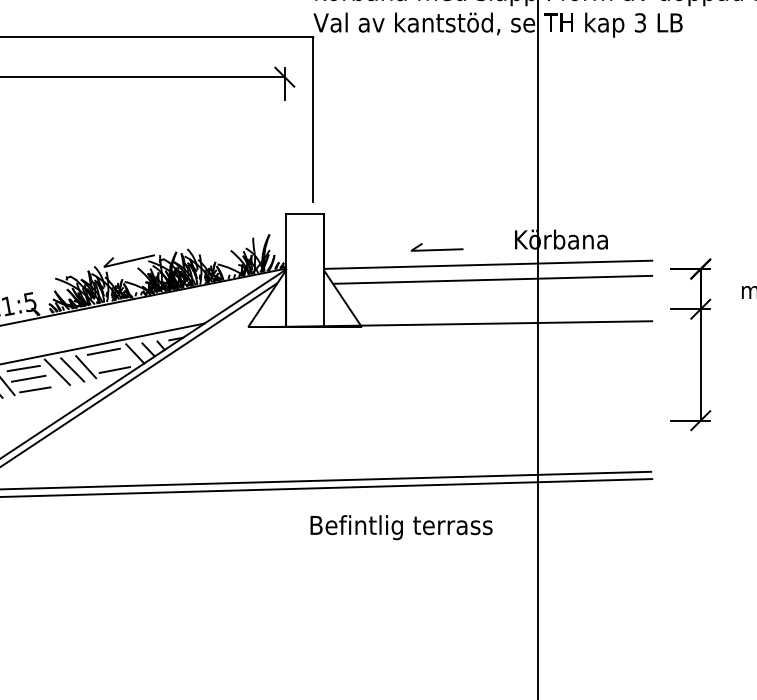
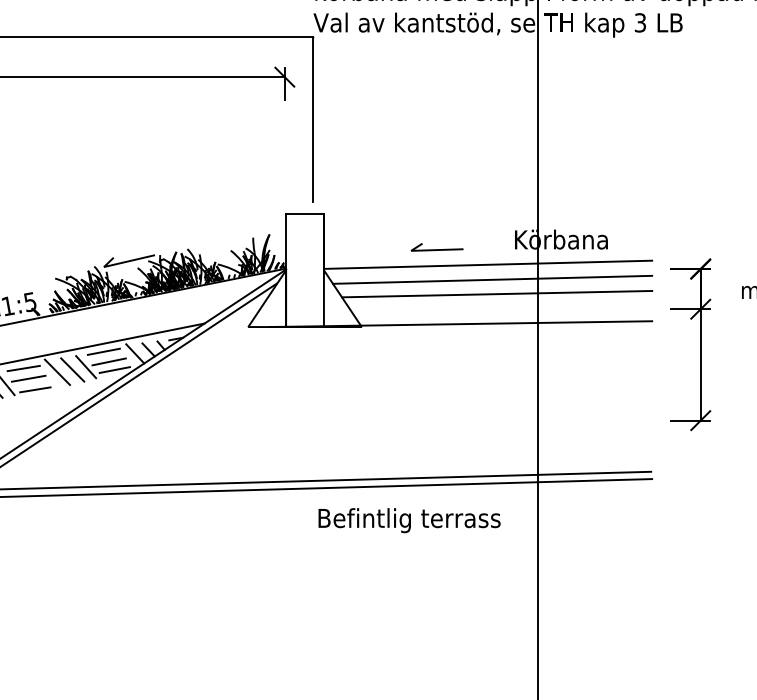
line at (496, 293): none -> present
line at (108, 361): none -> present
text at (401, 527) position: (401, 527) -> (409, 520)
